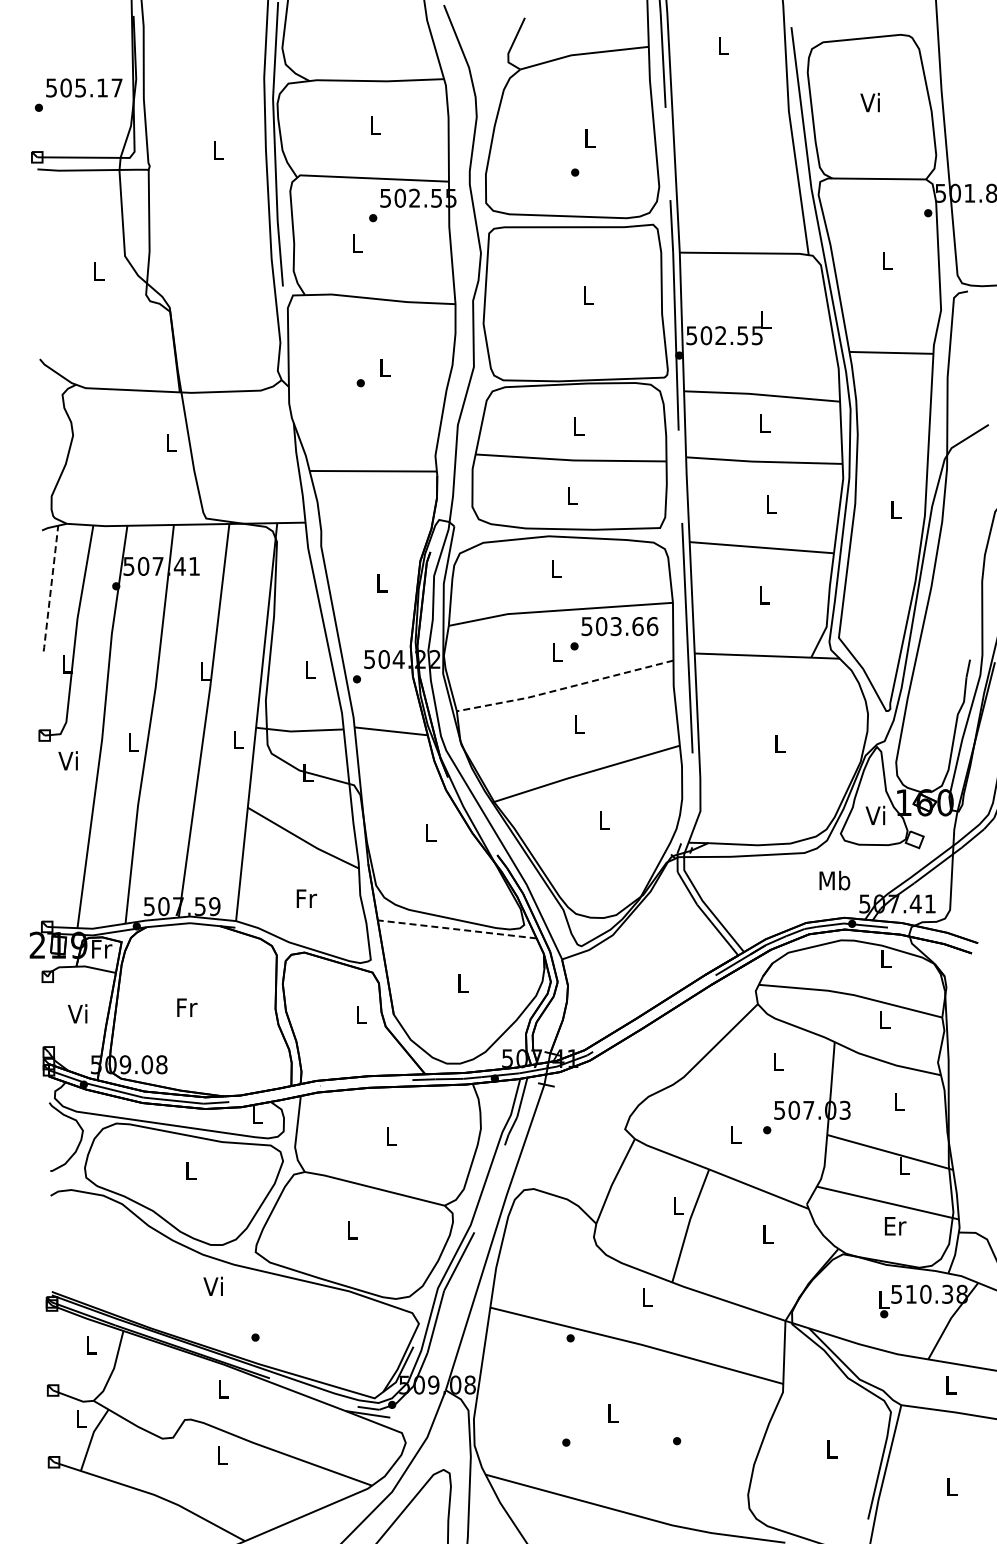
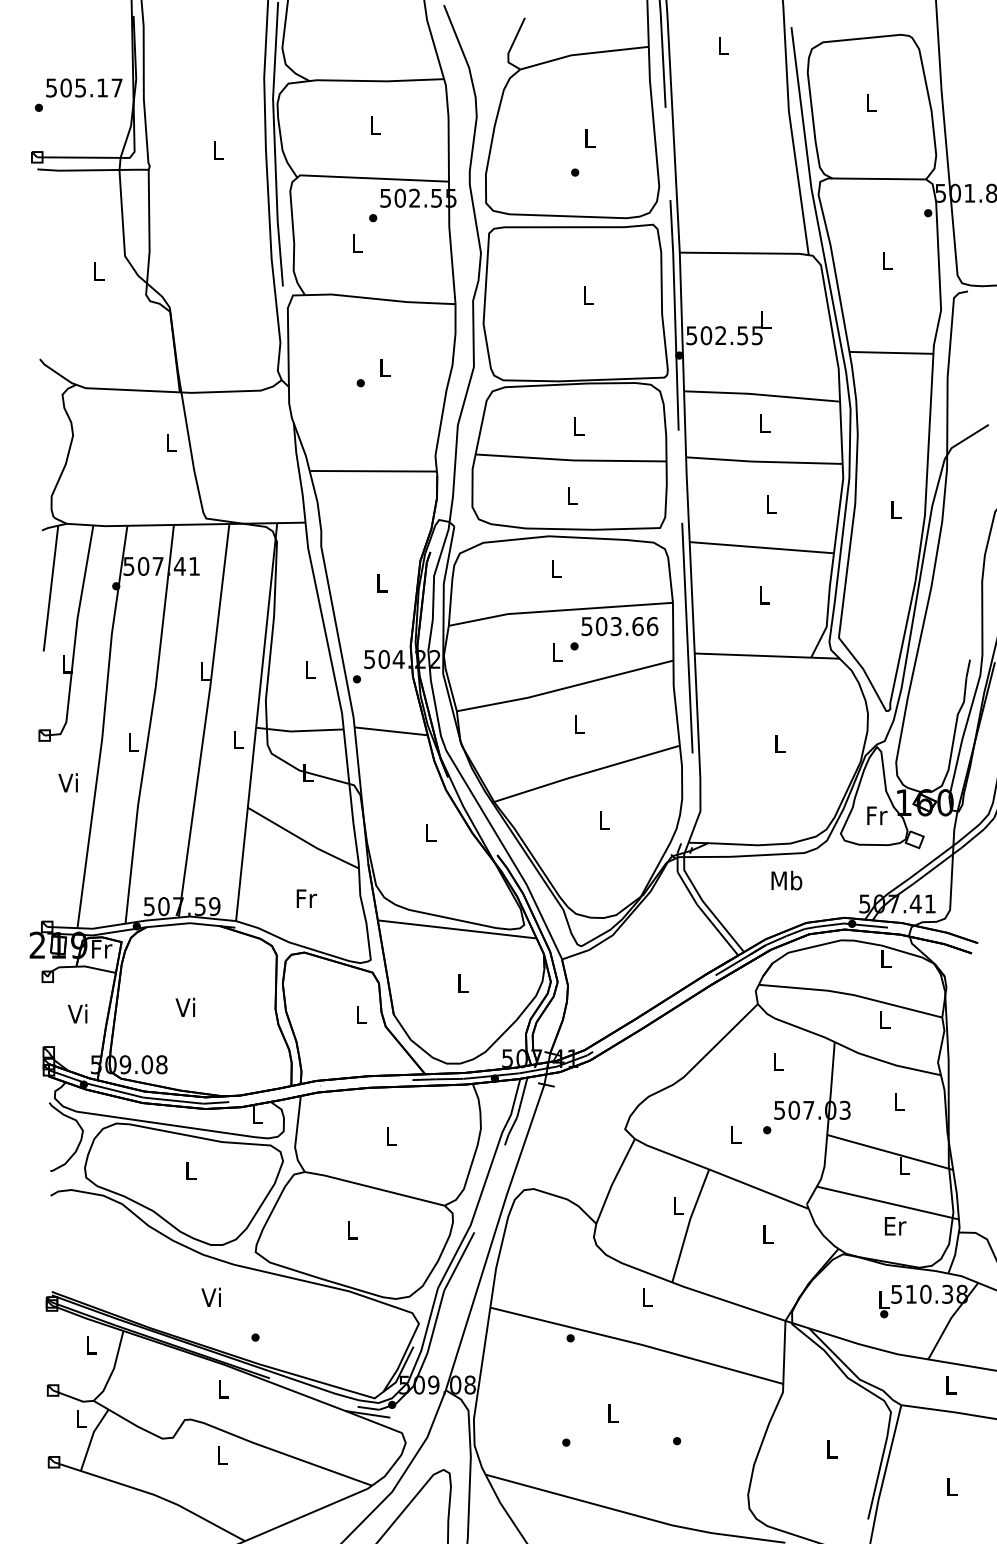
text at (869, 102): Vi -> L
line at (50, 589): dashed -> solid
line at (564, 688): dashed -> solid
text at (67, 760) position: (67, 760) -> (67, 782)
text at (876, 815): Vi -> Fr
text at (834, 880) position: (834, 880) -> (786, 880)
line at (457, 929): dashed -> solid
text at (186, 1006): Fr -> Vi
text at (212, 1285) position: (212, 1285) -> (210, 1296)
